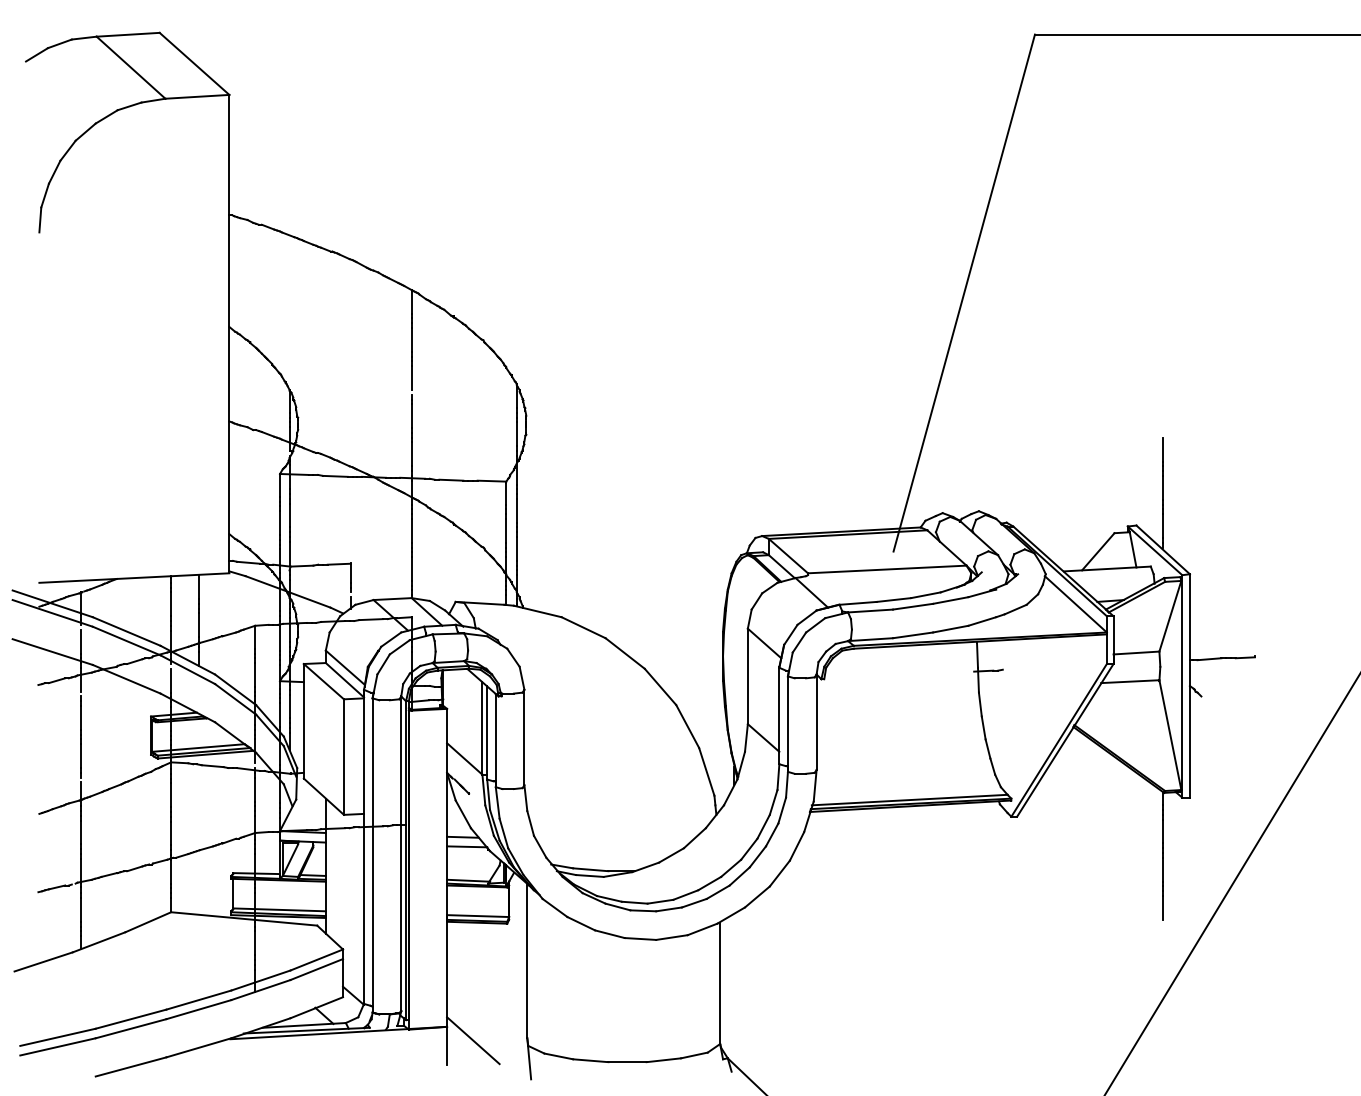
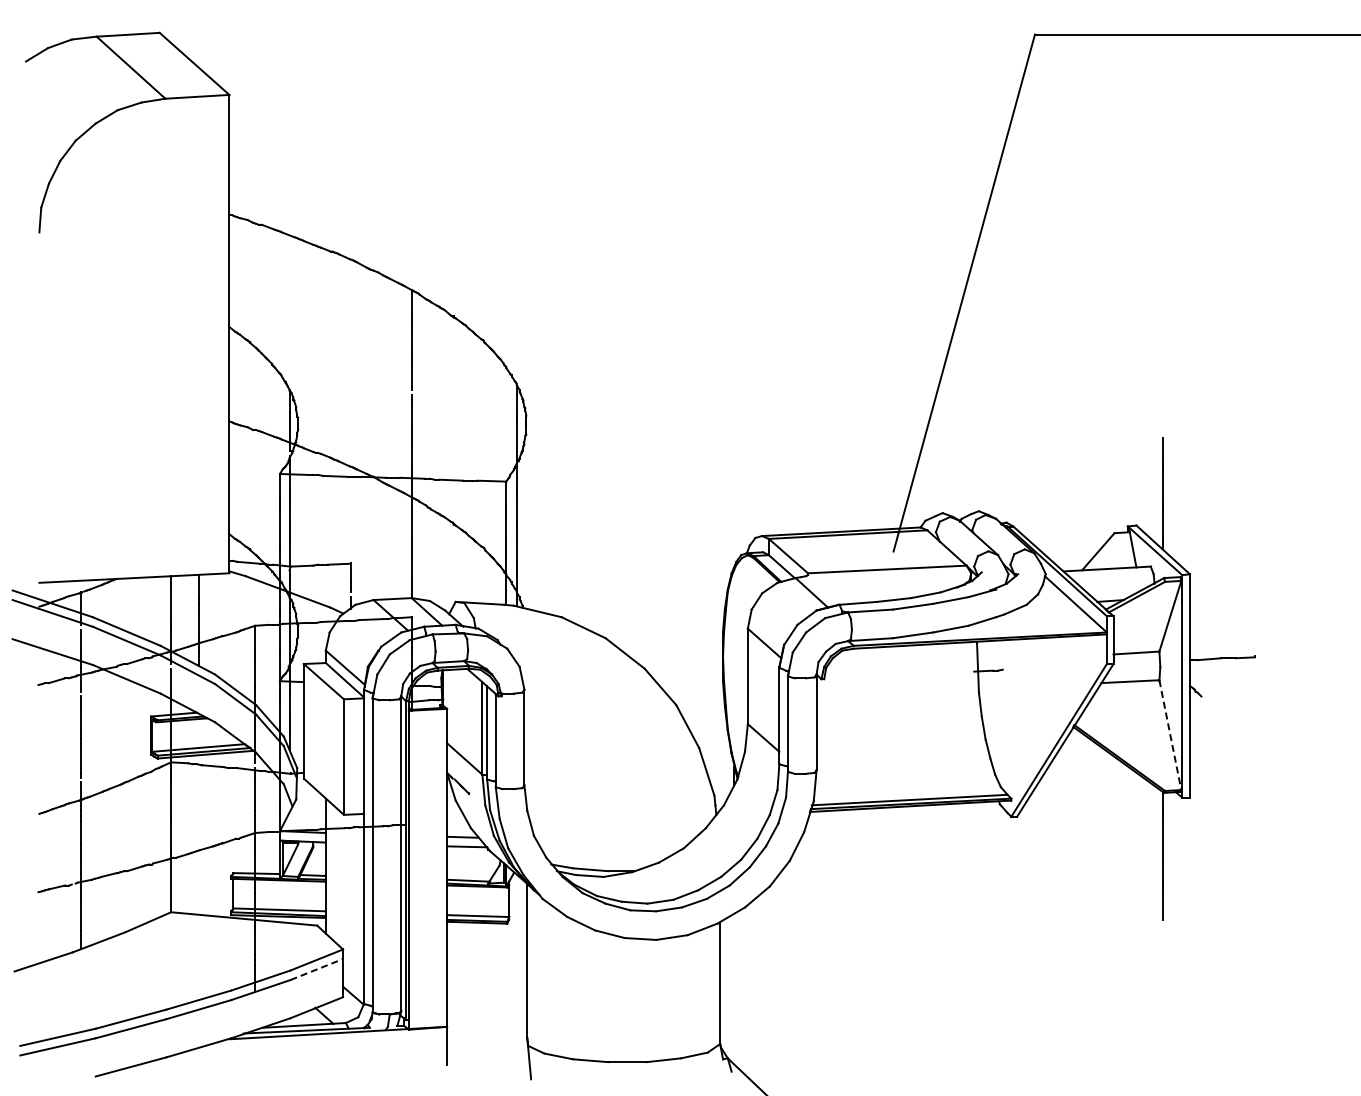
line at (1170, 735): solid -> dashed
line at (1231, 884): present -> none
line at (317, 969): solid -> dashed
line at (473, 1040): present -> none
